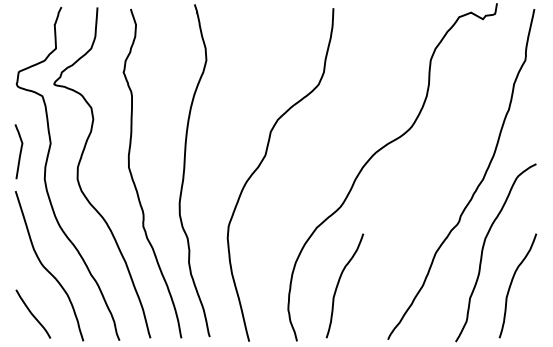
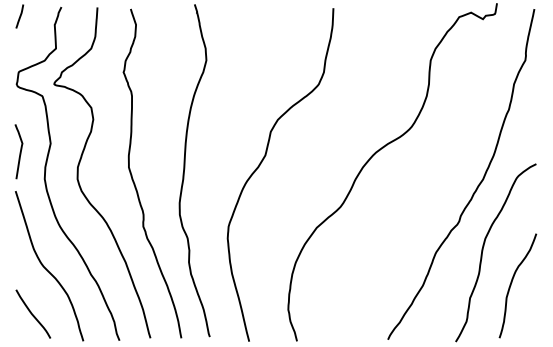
line at (19, 16): none -> present
curve at (339, 282): present -> none
